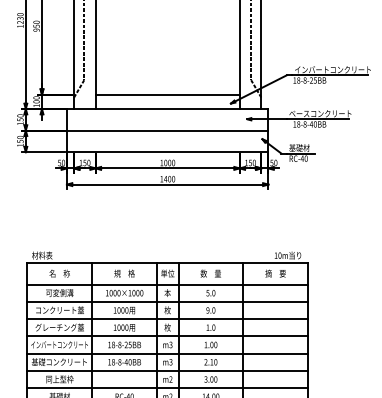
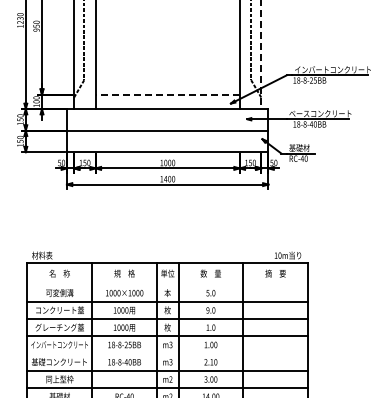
line at (261, 55): solid -> dashed
line at (167, 94): solid -> dashed
line at (167, 284): present -> none
line at (167, 353): present -> none
